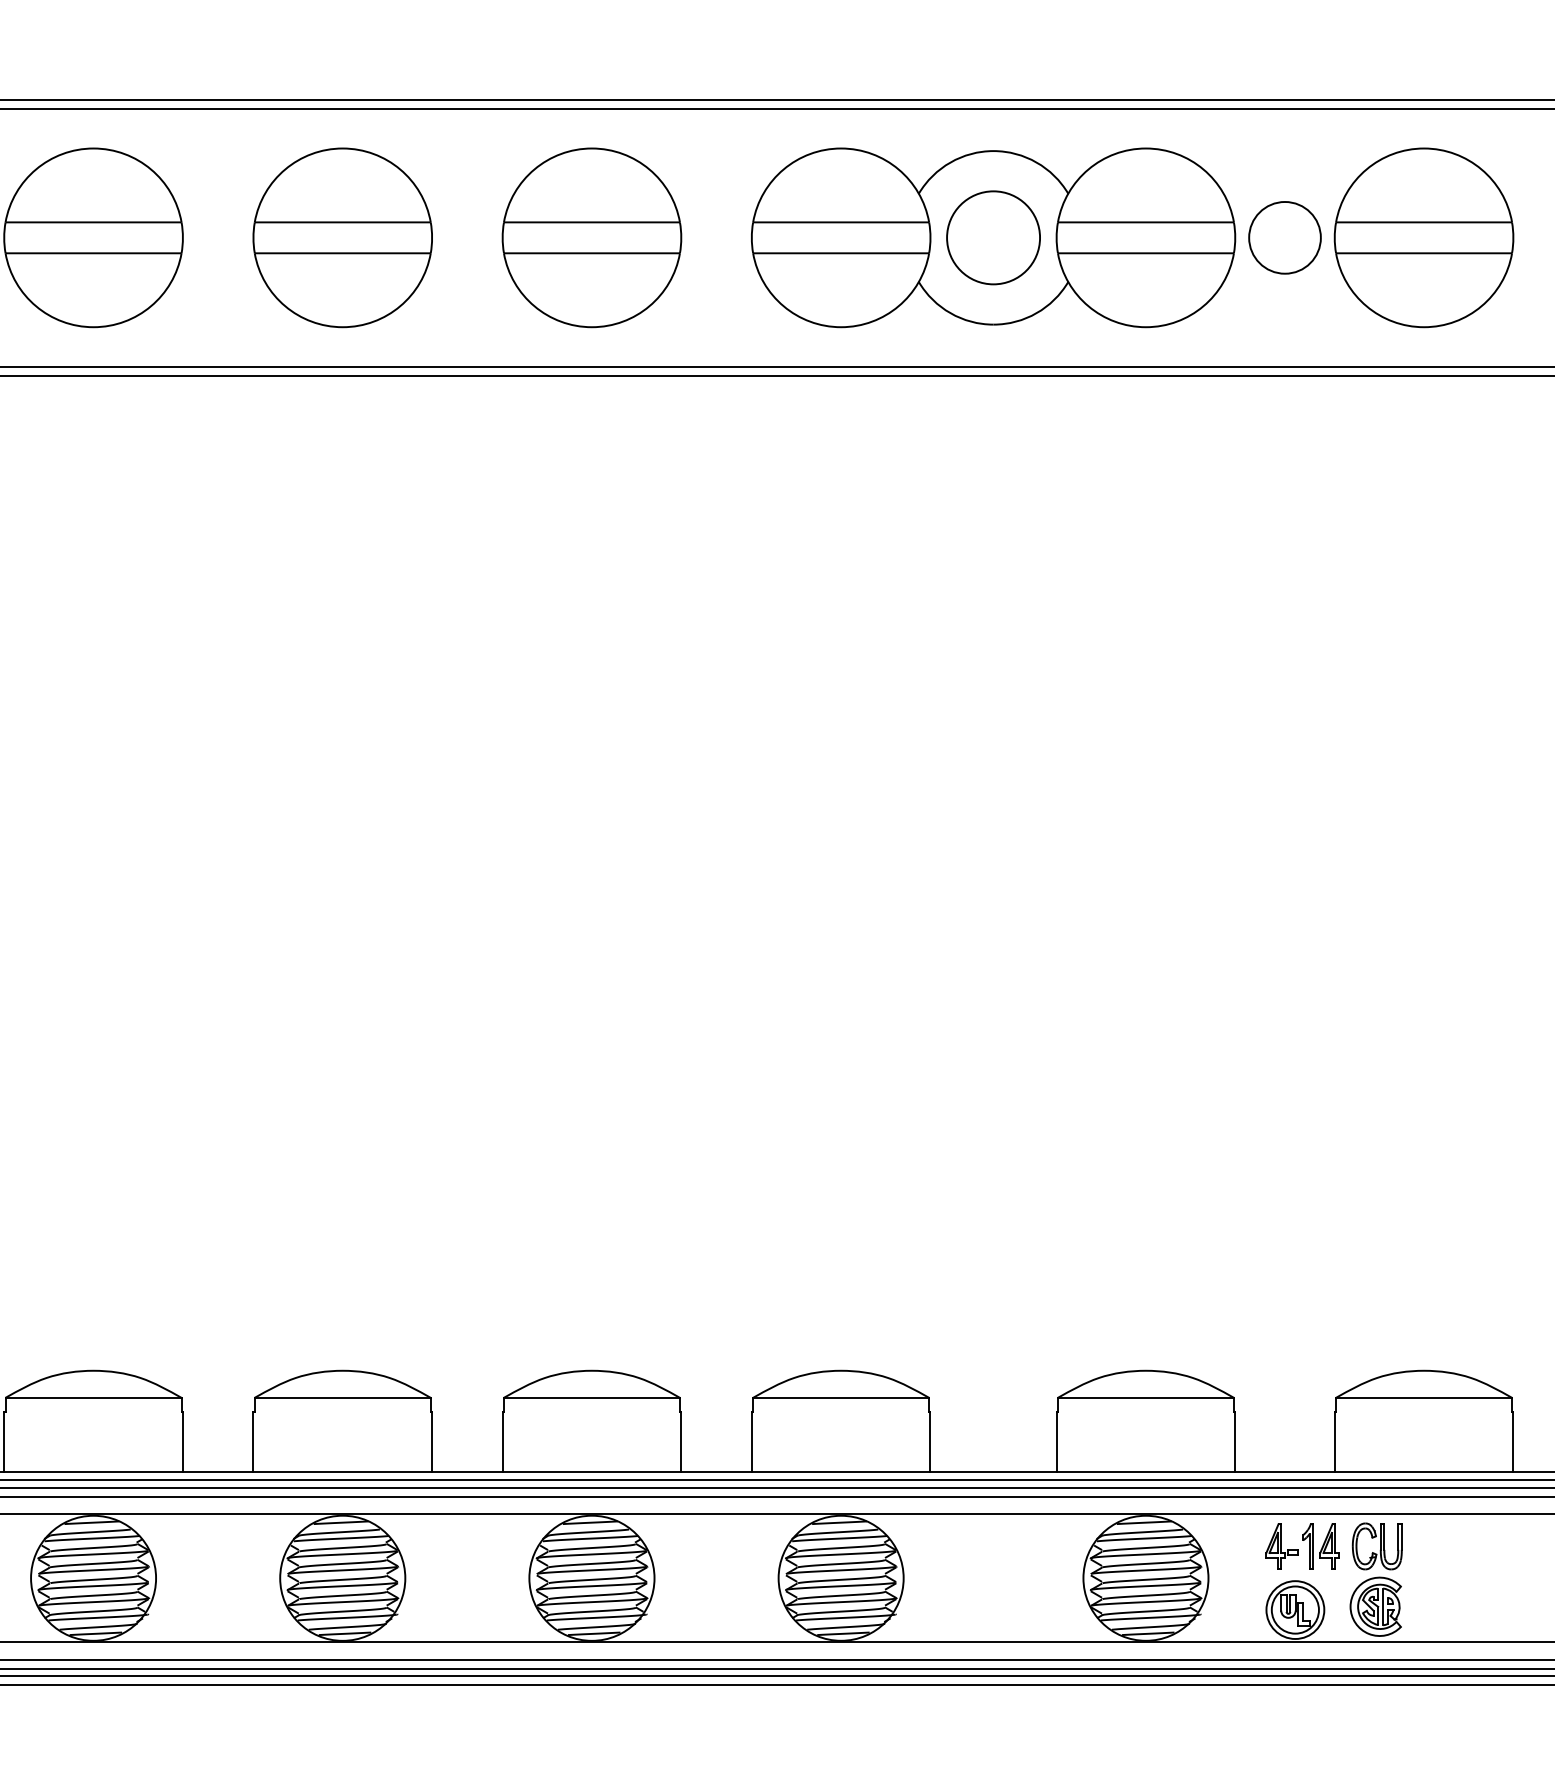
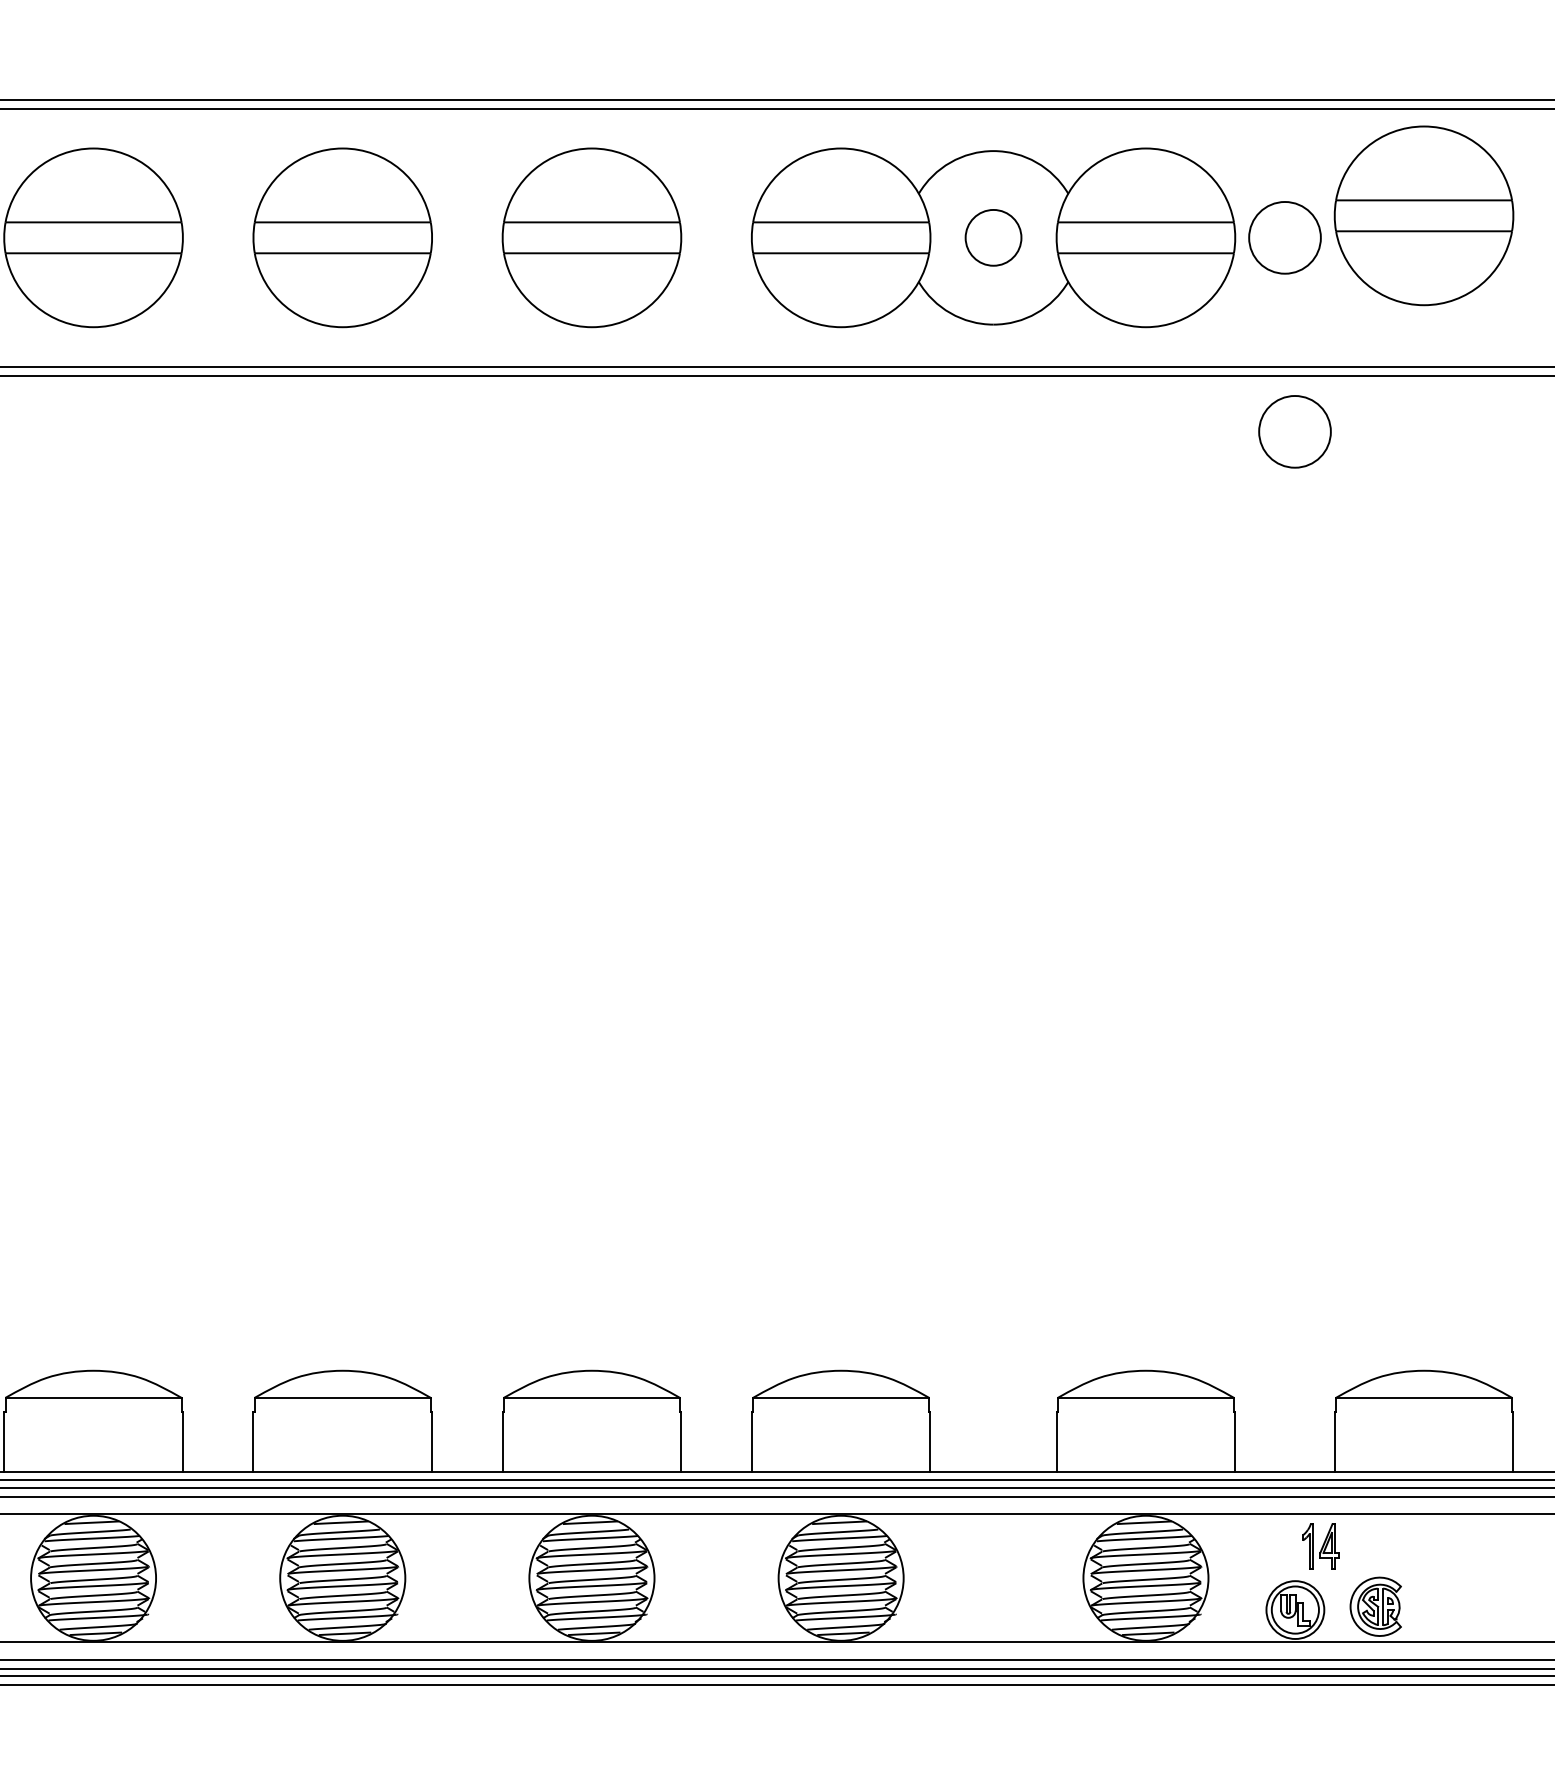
circle at (993, 237) diameter: 93 px -> 56 px
part at (1423, 237) position: (1423, 237) -> (1423, 215)
circle at (1294, 431): none -> present
part at (1281, 1546): present -> none
part at (1376, 1546): present -> none
